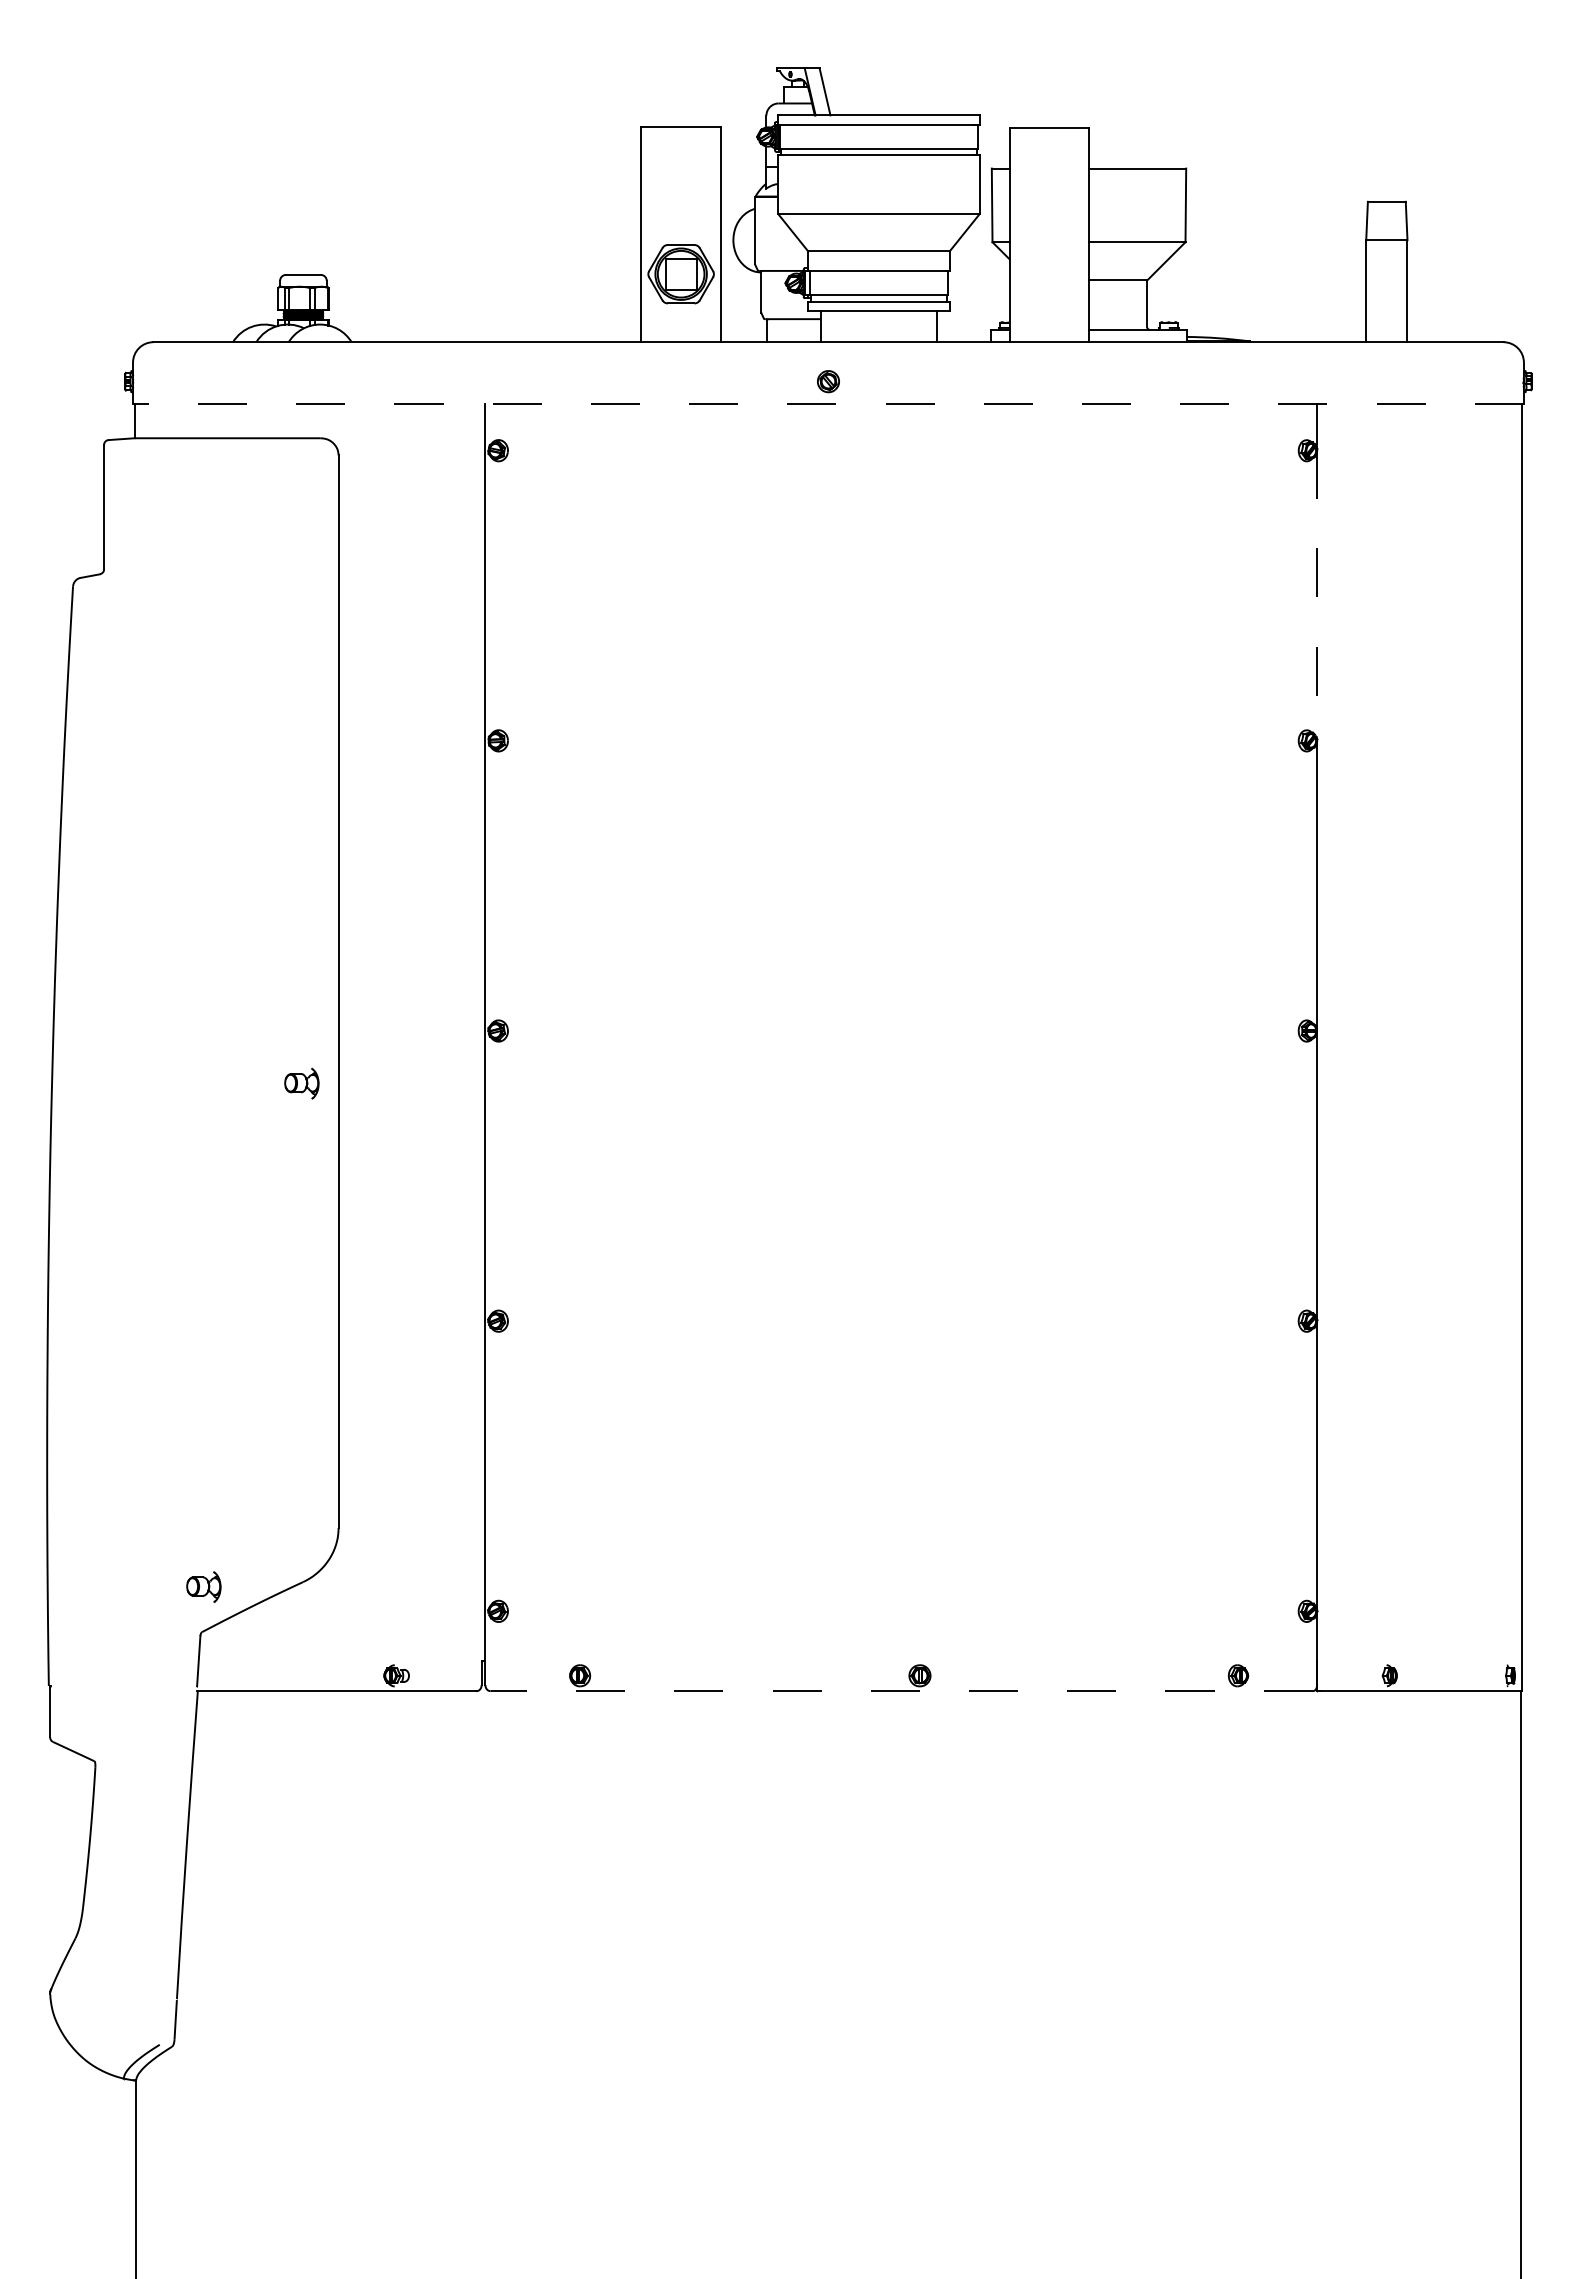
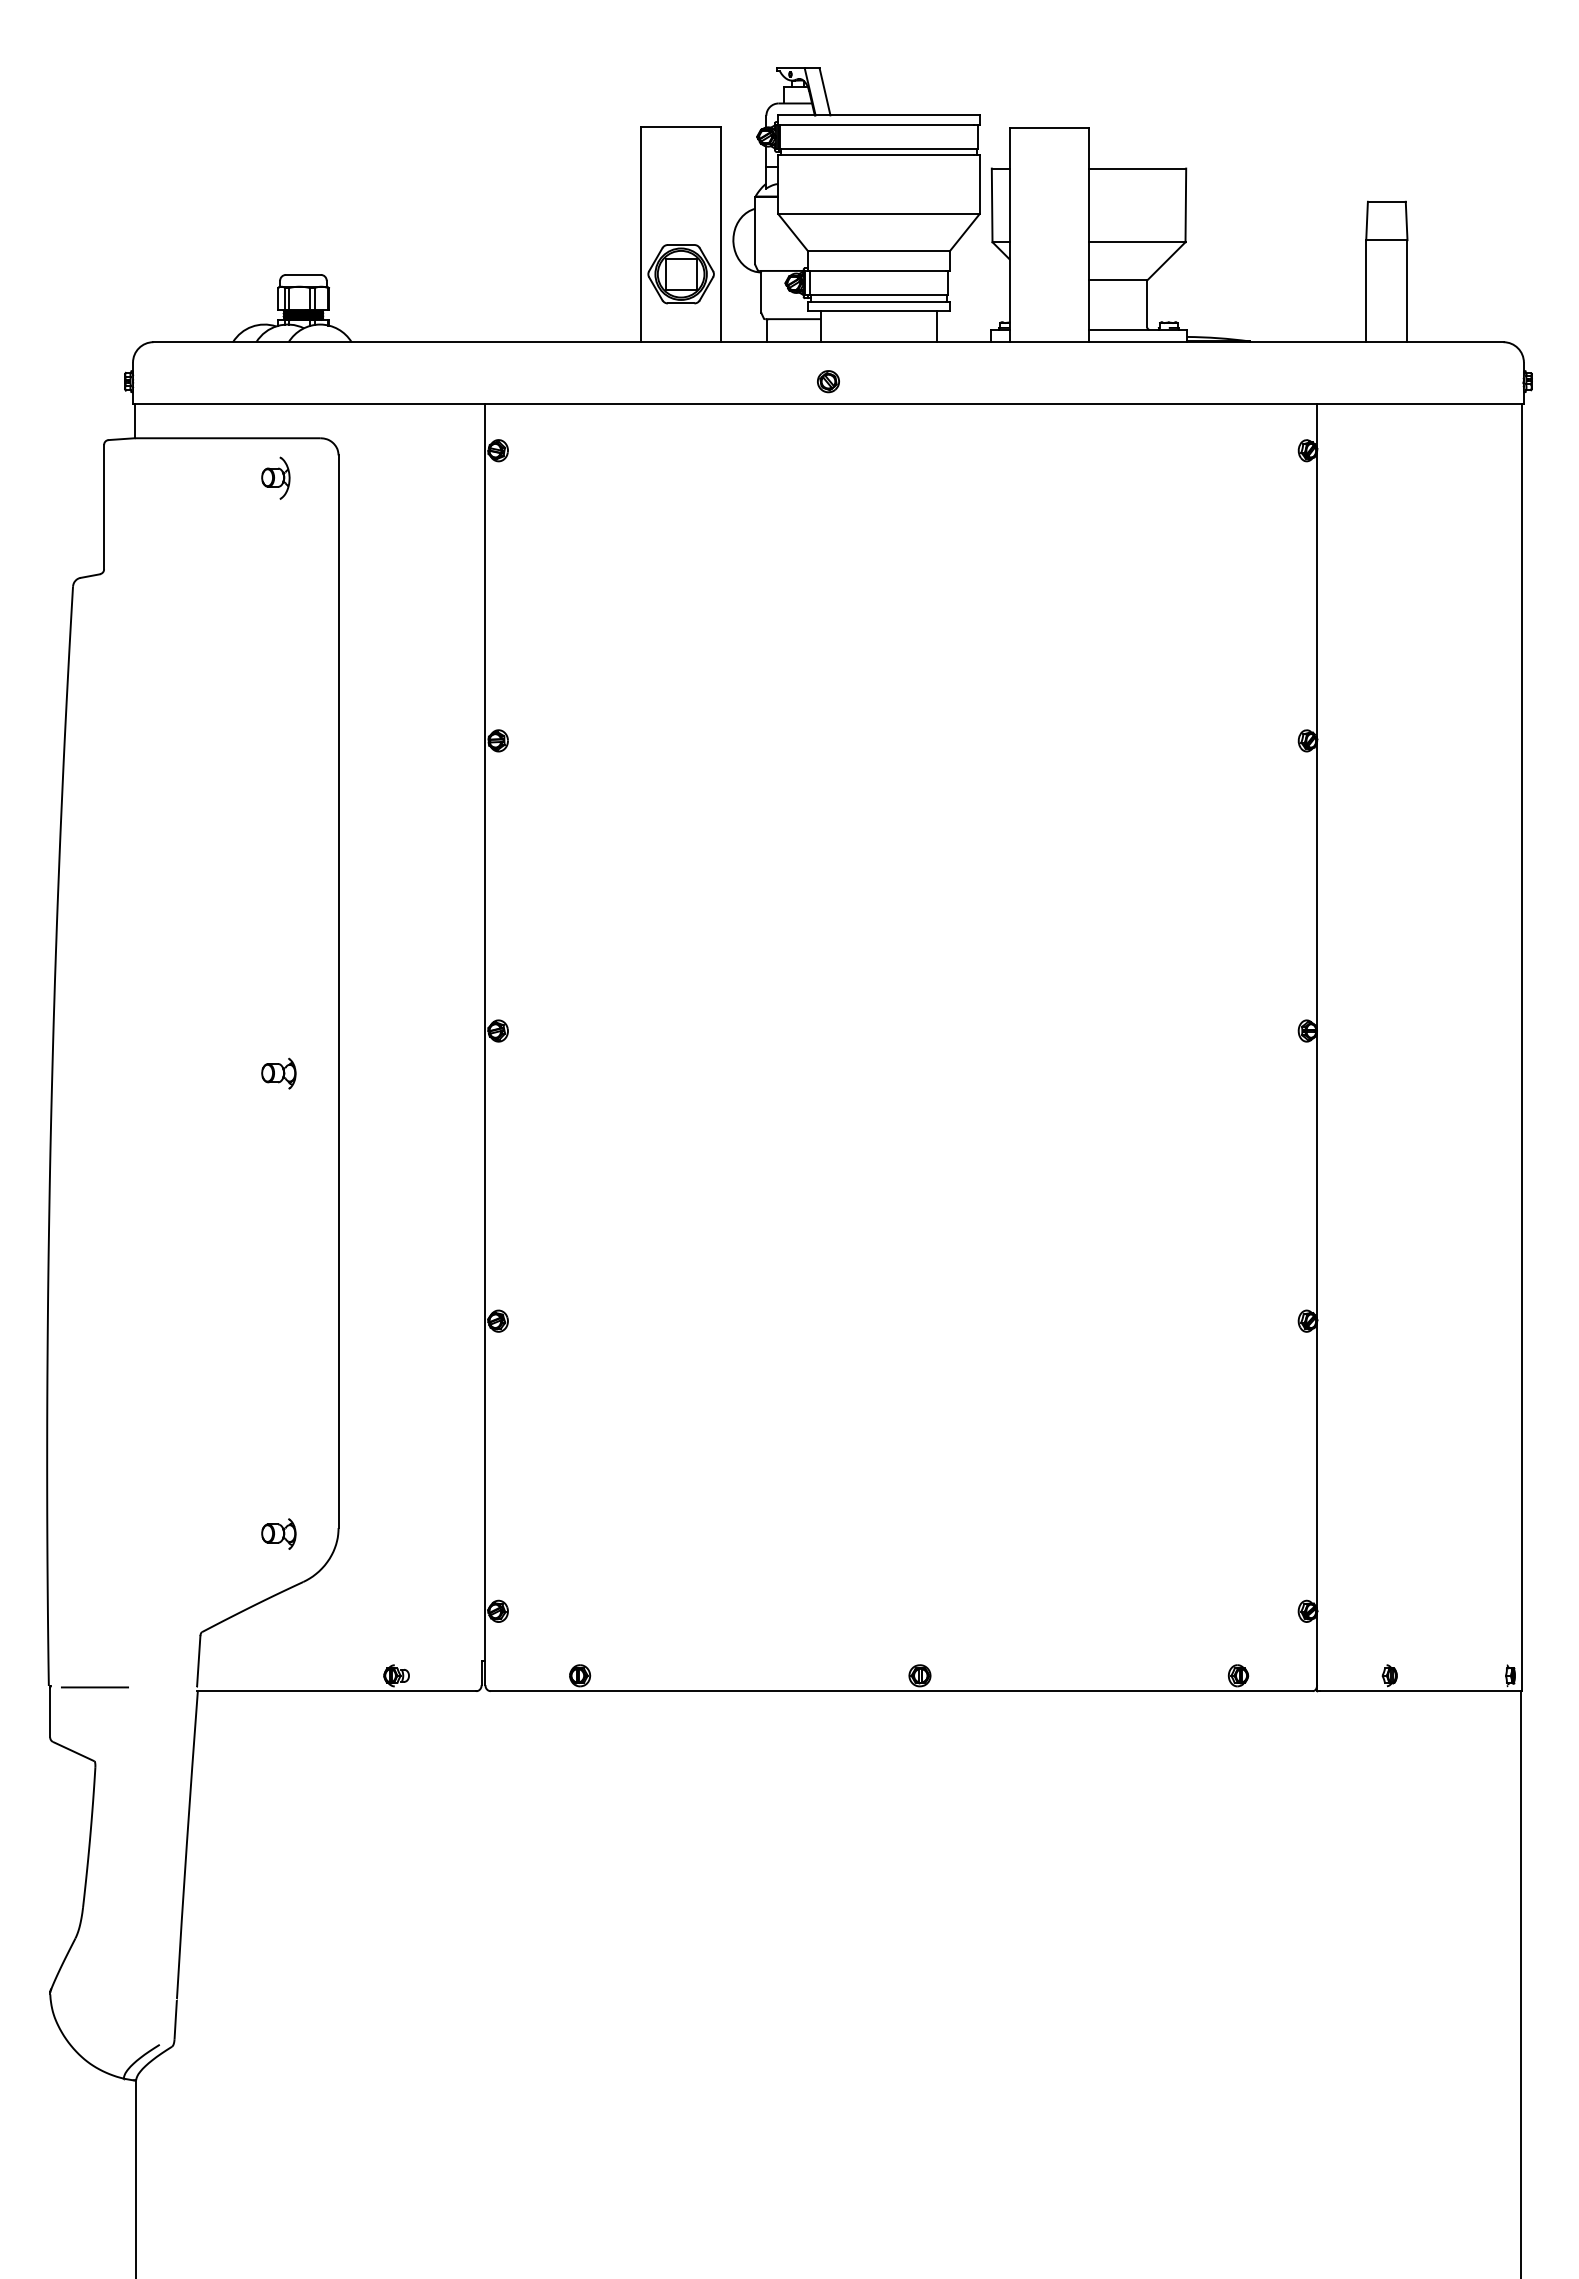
line at (827, 403): dashed -> solid
part at (275, 477): none -> present
line at (1317, 594): dashed -> solid
part at (301, 1083) position: (301, 1083) -> (278, 1073)
part at (203, 1586) position: (203, 1586) -> (278, 1533)
line at (94, 1687): none -> present
line at (901, 1691): dashed -> solid
